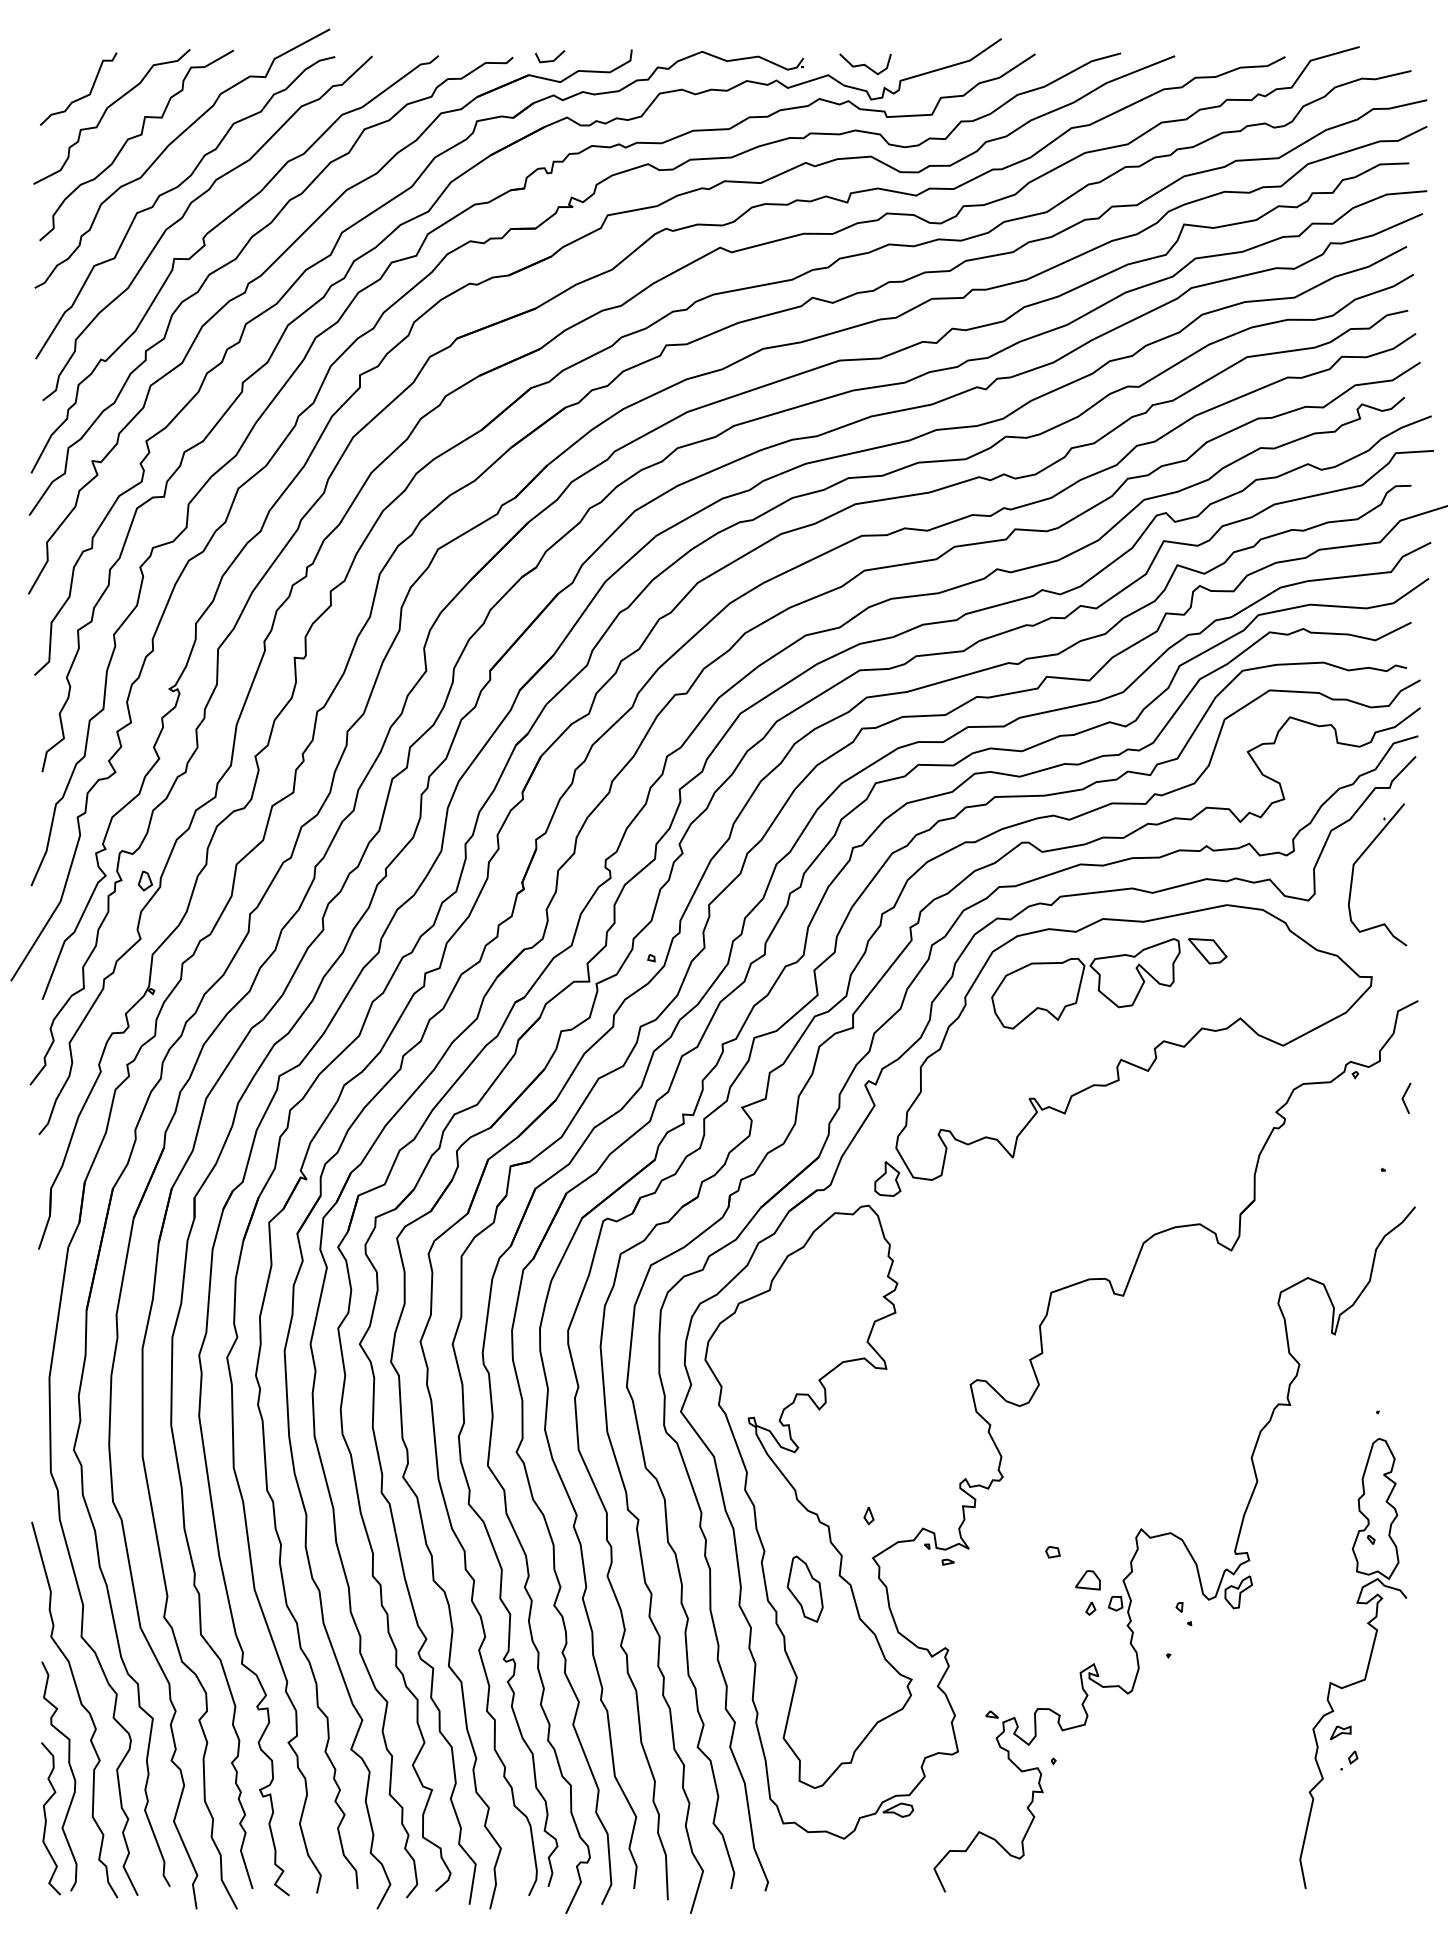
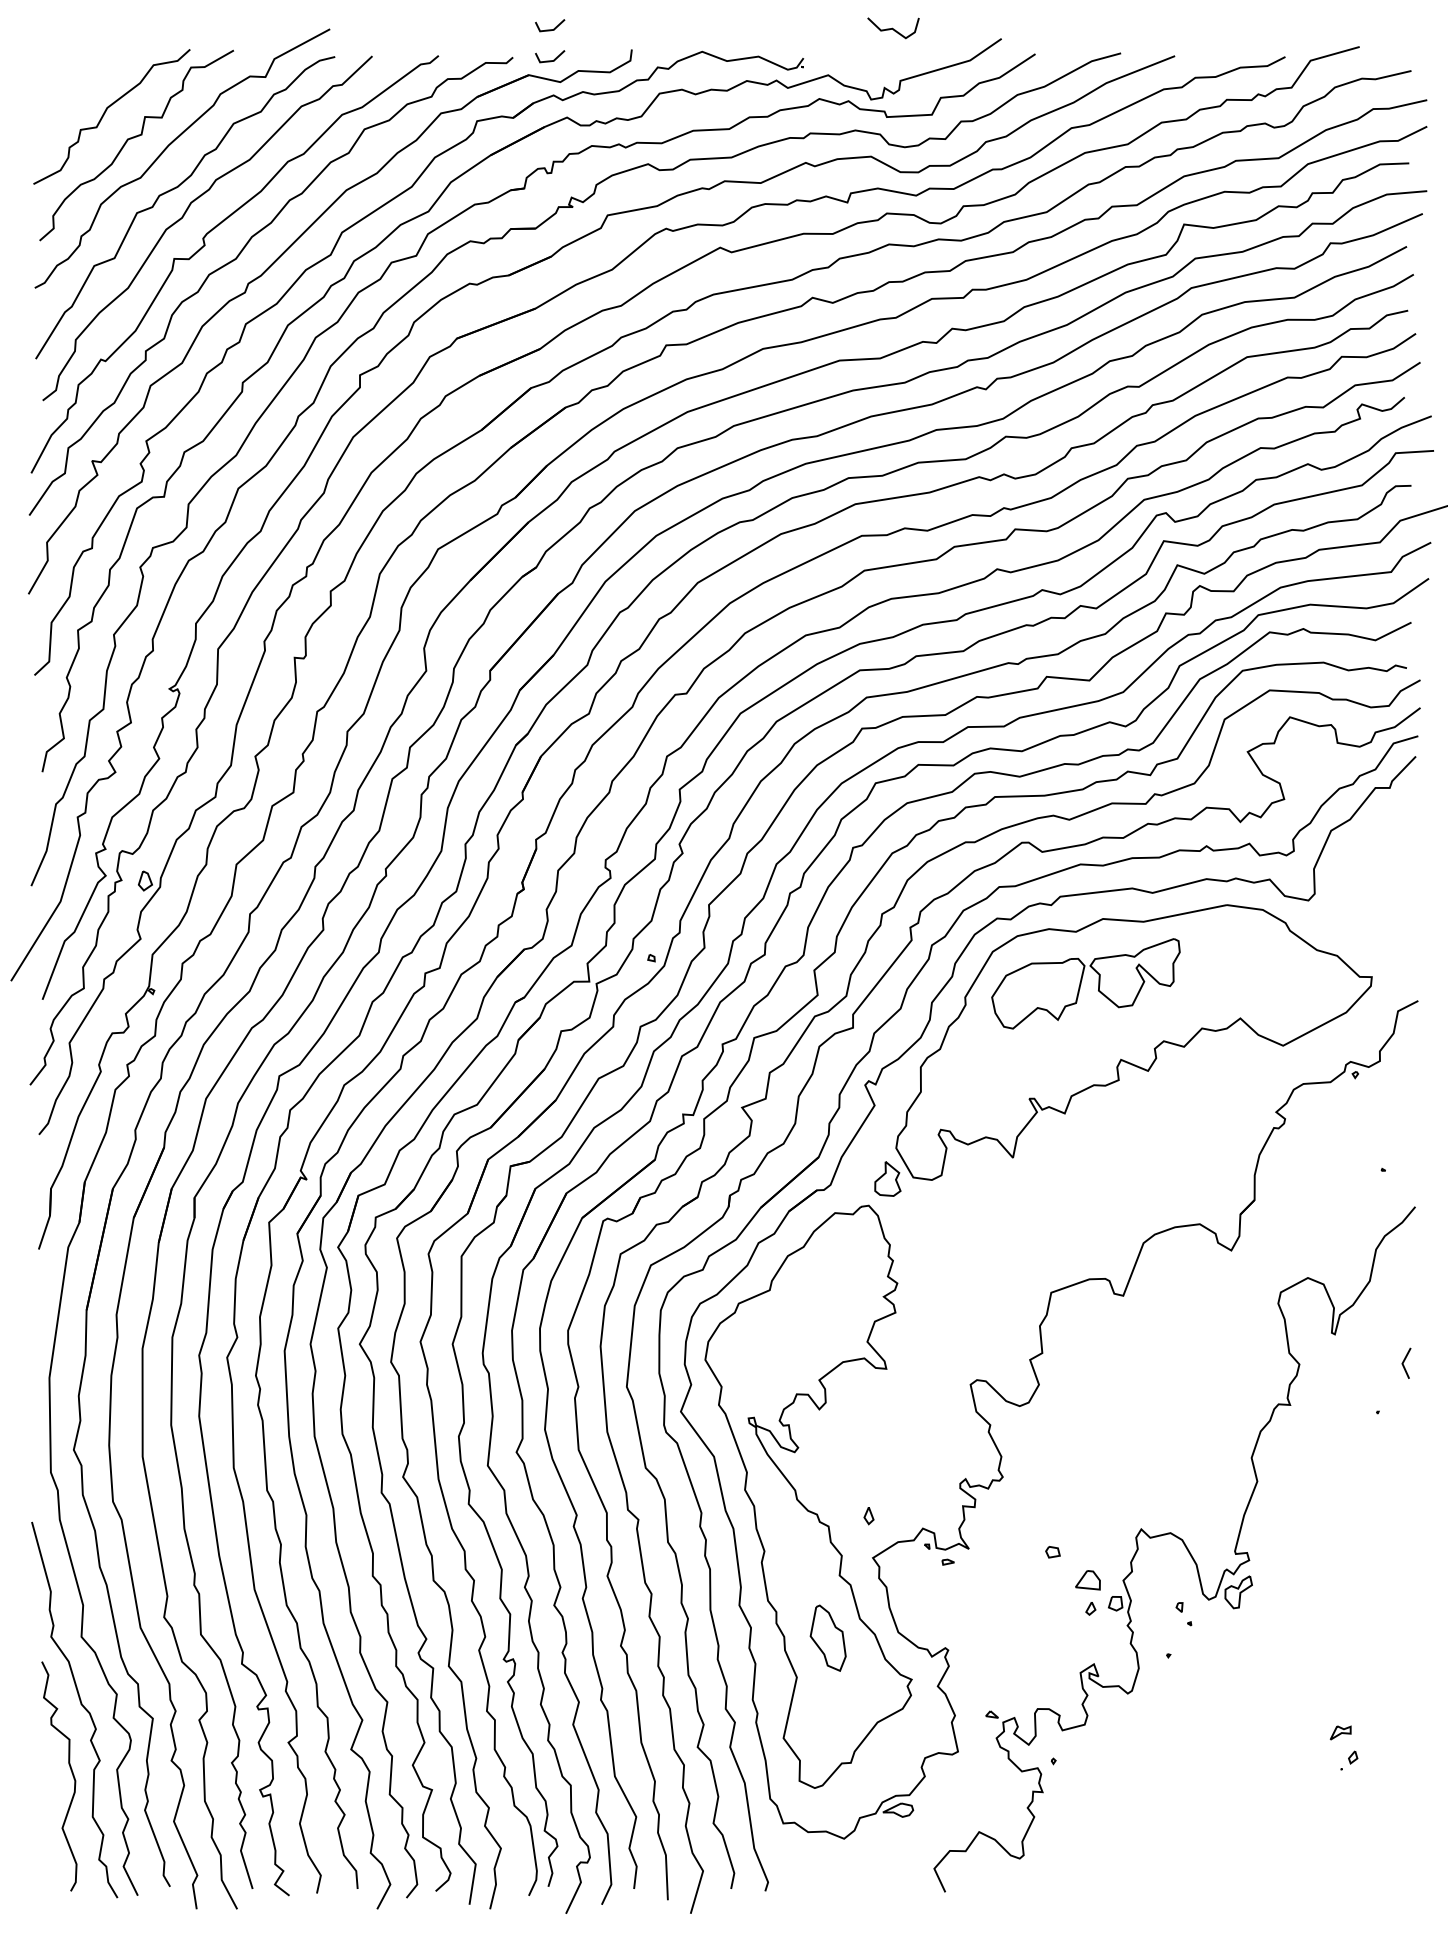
line at (550, 29): none -> present
curve at (865, 64) position: (865, 64) -> (893, 28)
curve at (82, 96): present -> none
part at (1359, 859): present -> none
part at (1207, 951): present -> none
line at (1404, 1097) position: (1404, 1097) -> (1404, 1362)
part at (804, 1588) position: (804, 1588) -> (827, 1637)
part at (1366, 1668): present -> none
curve at (46, 1818): present -> none
